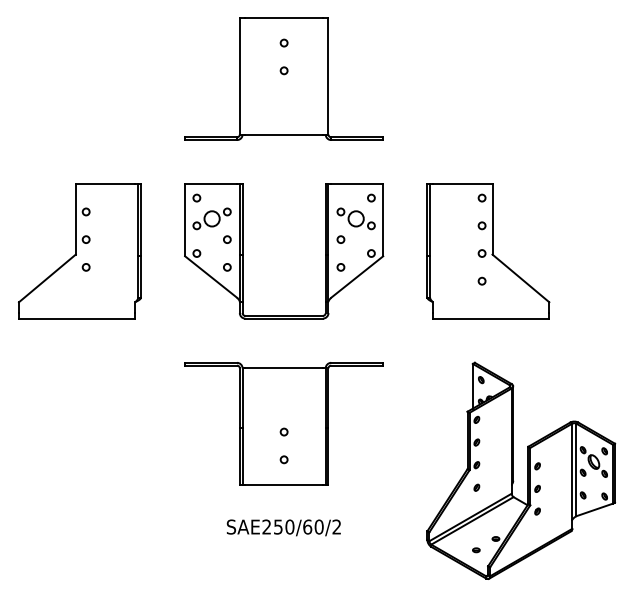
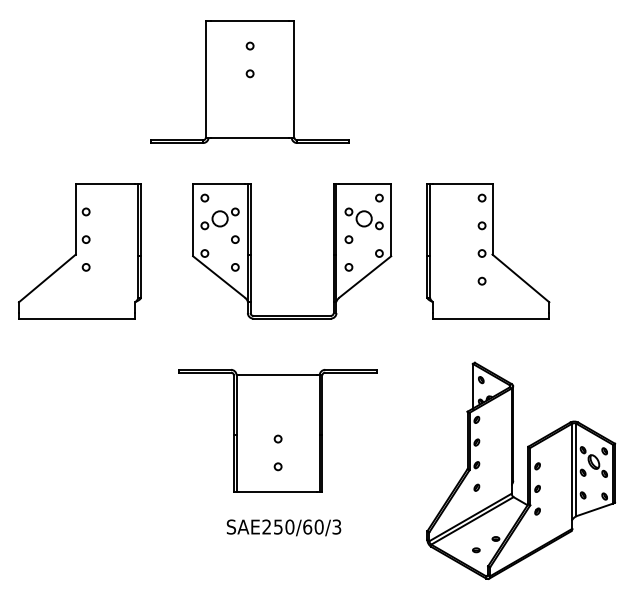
part at (283, 78) position: (283, 78) -> (249, 81)
part at (243, 251) position: (243, 251) -> (251, 251)
part at (283, 423) position: (283, 423) -> (277, 430)
text at (336, 527): SAE250/60/2 -> SAE250/60/3
